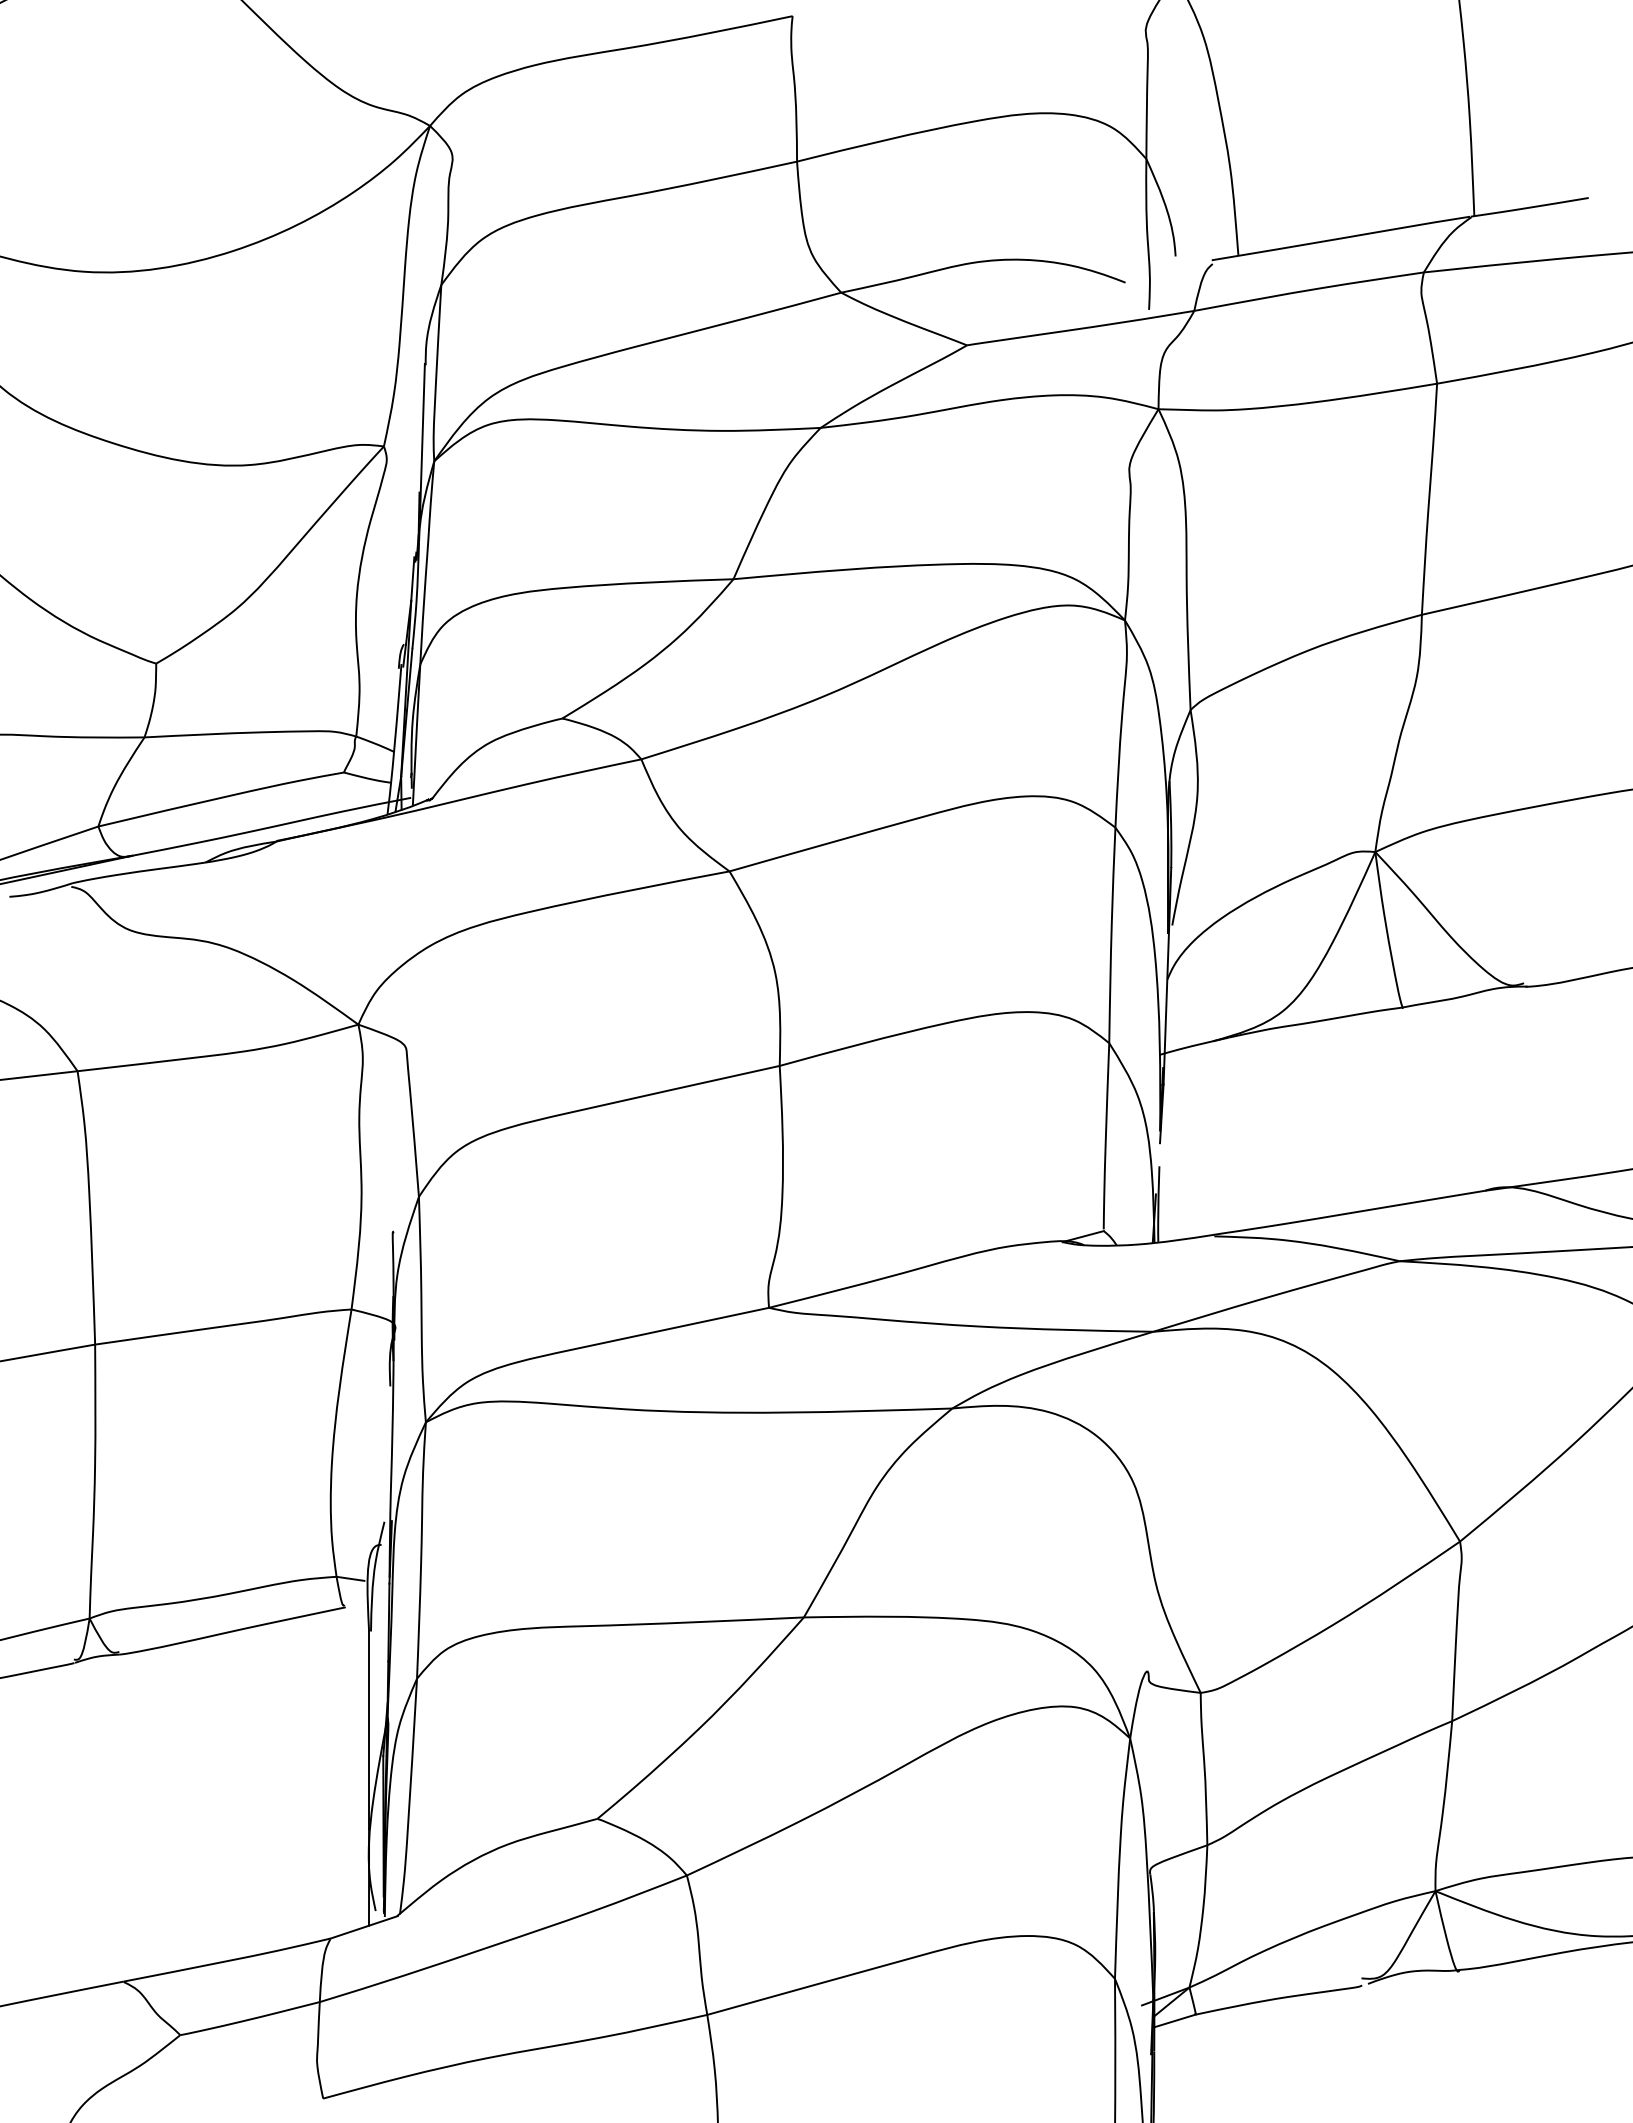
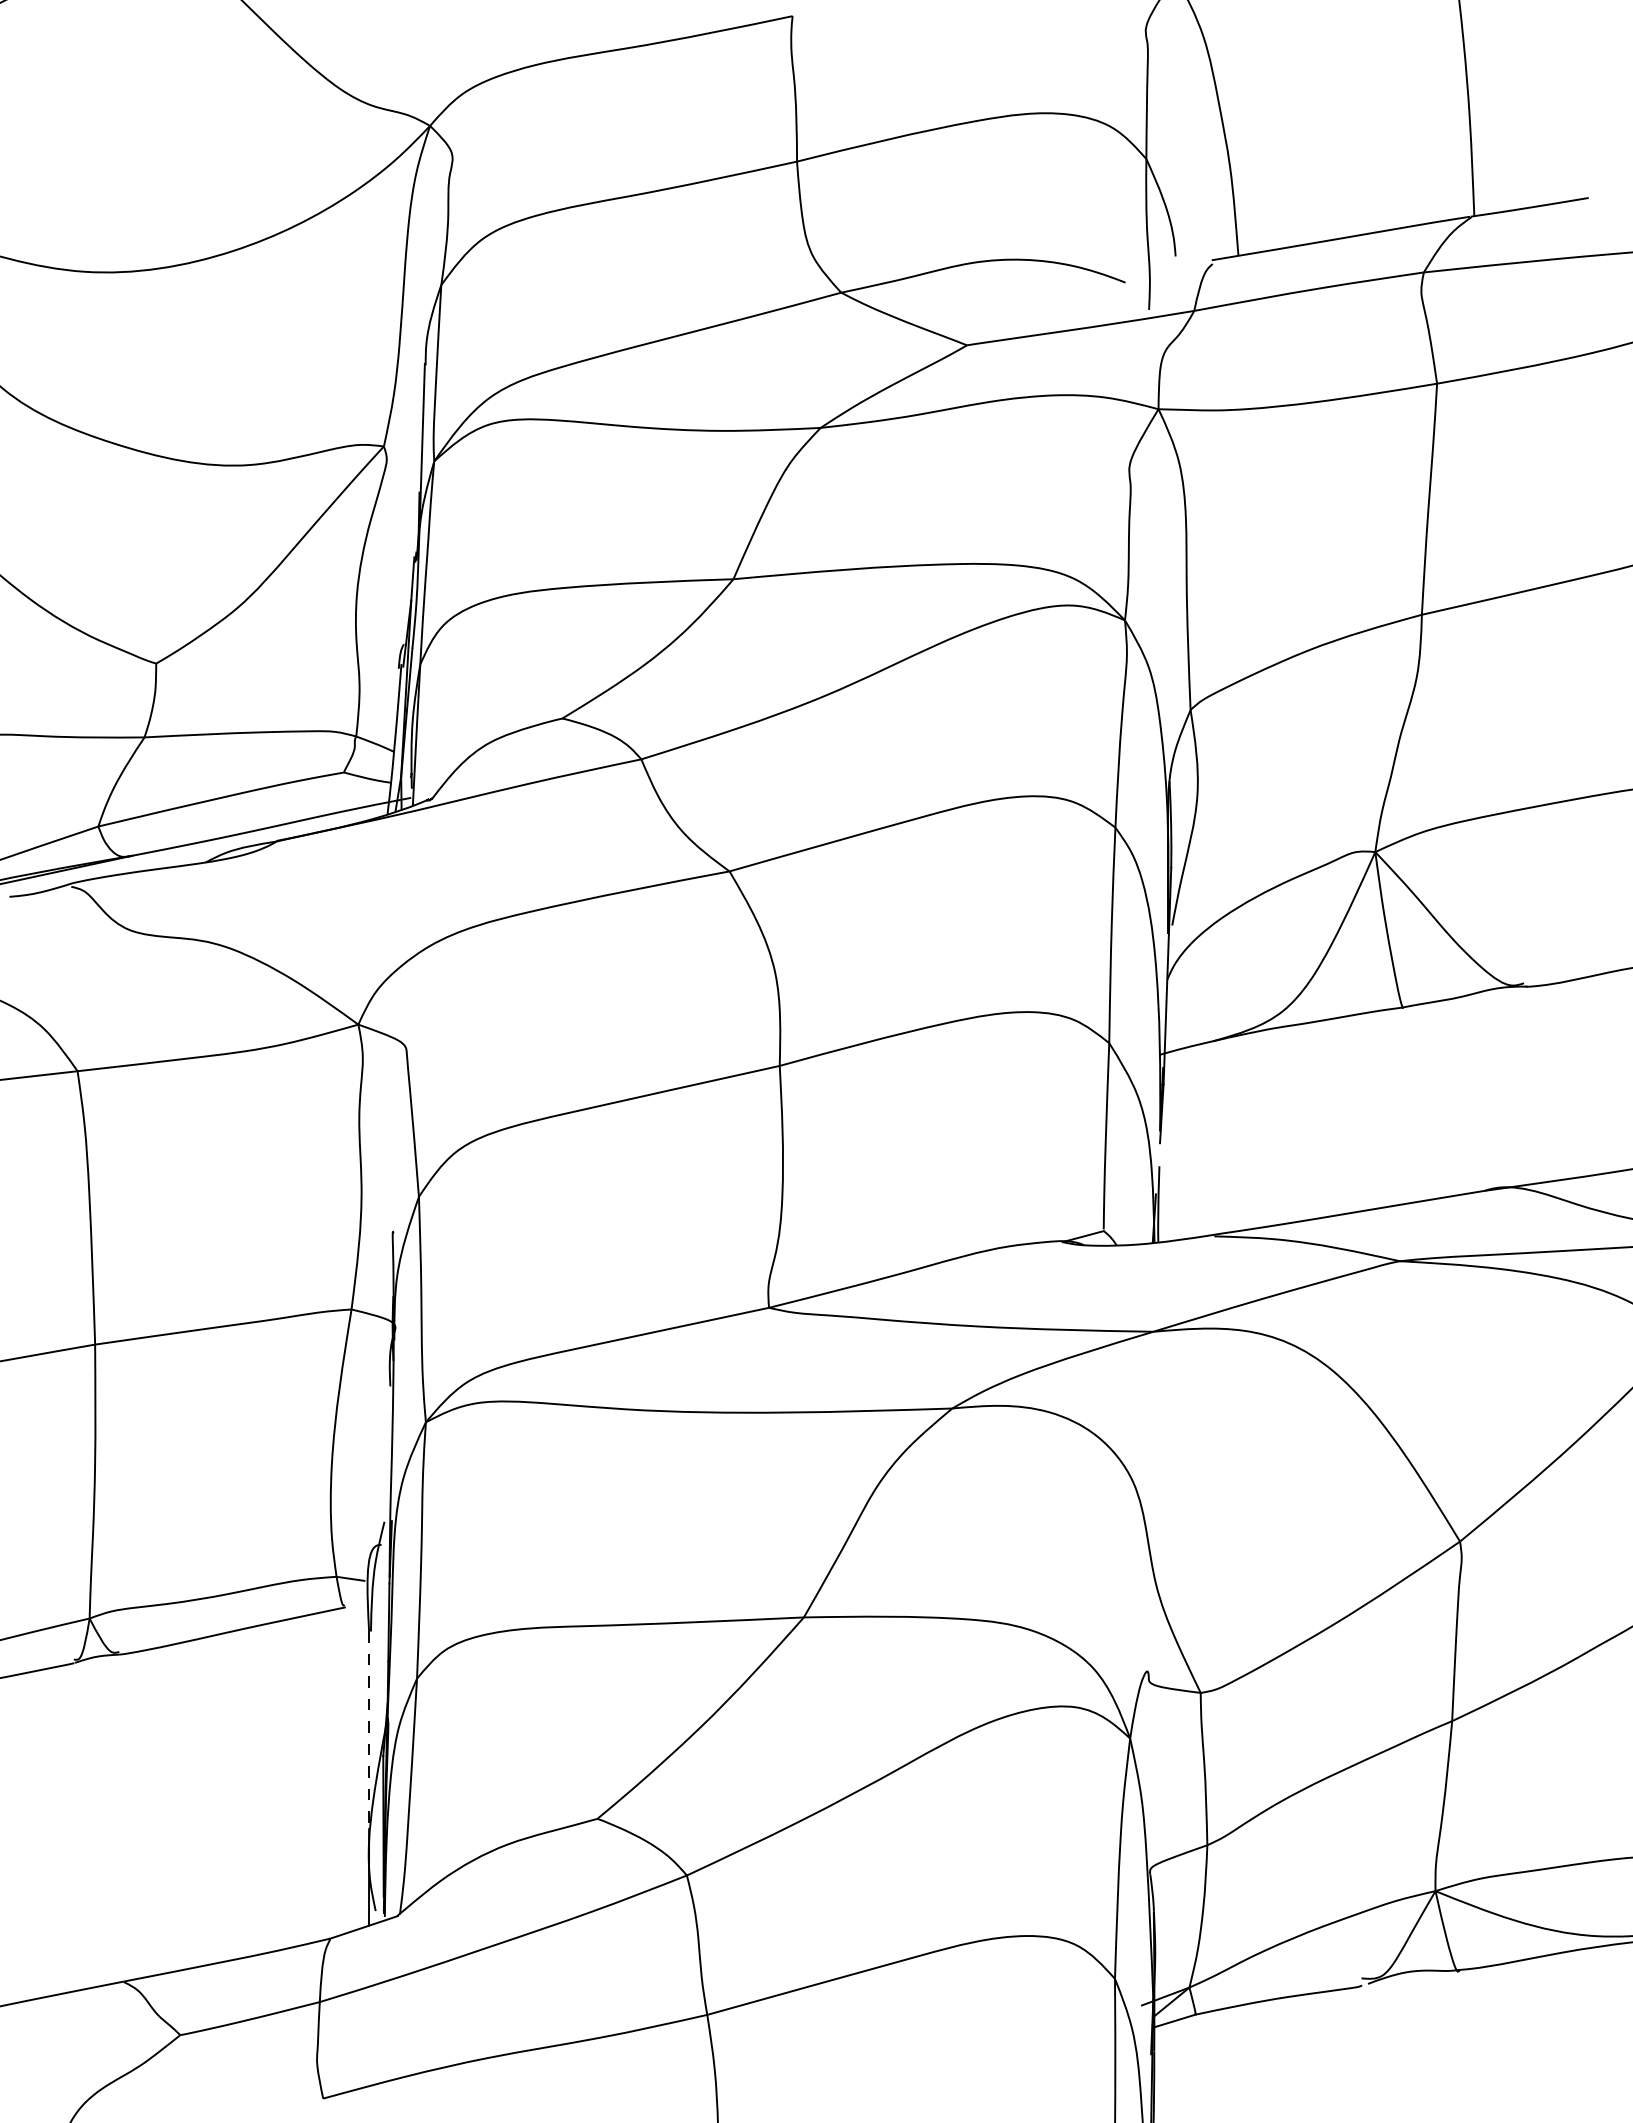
line at (369, 1730): solid -> dashed
